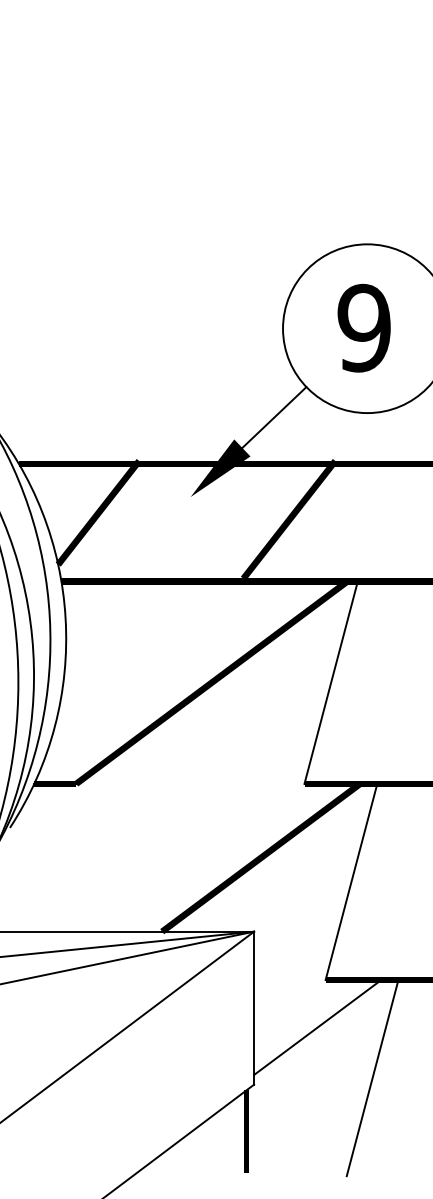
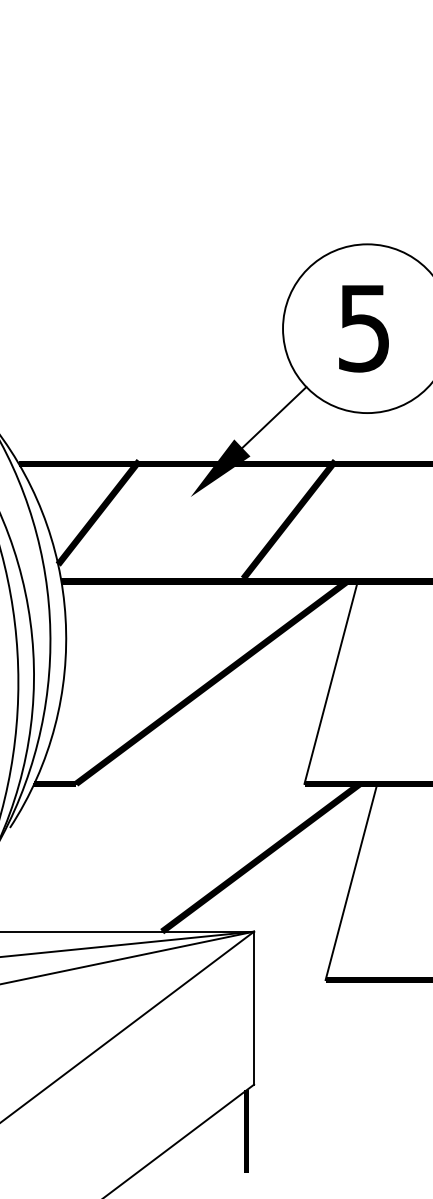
text at (363, 327): 9 -> 5
line at (317, 1027): present -> none
line at (372, 1078): present -> none
